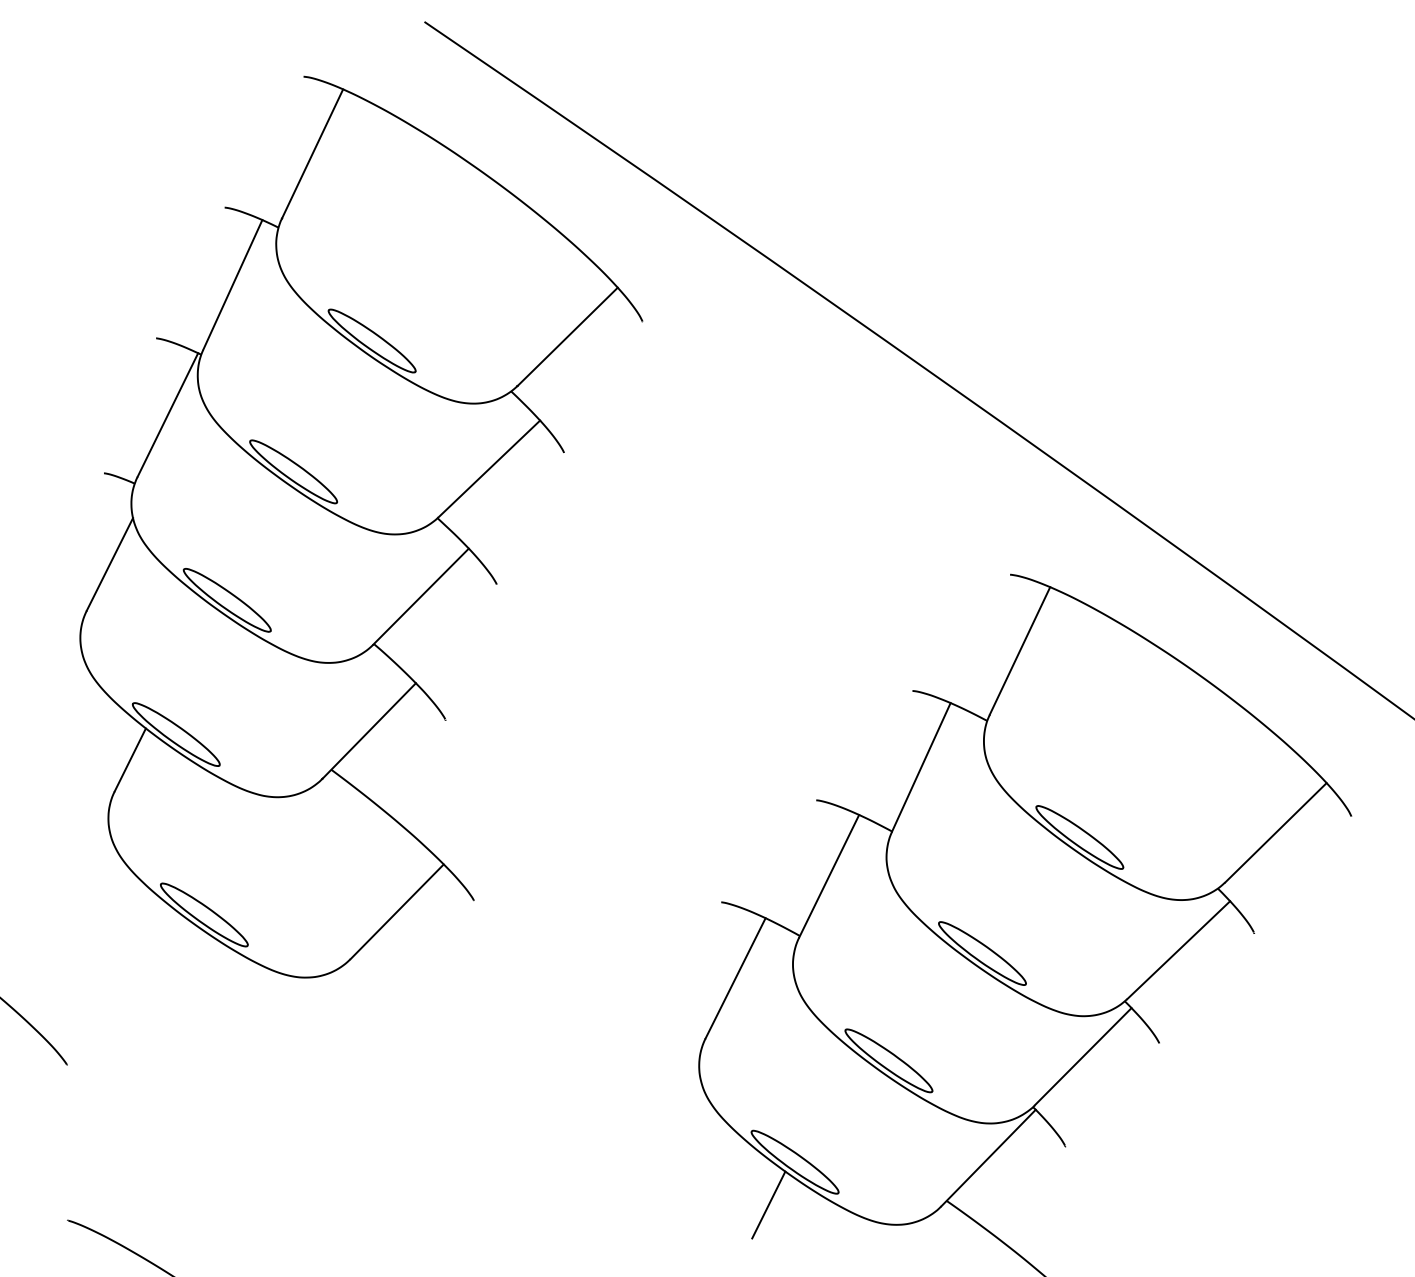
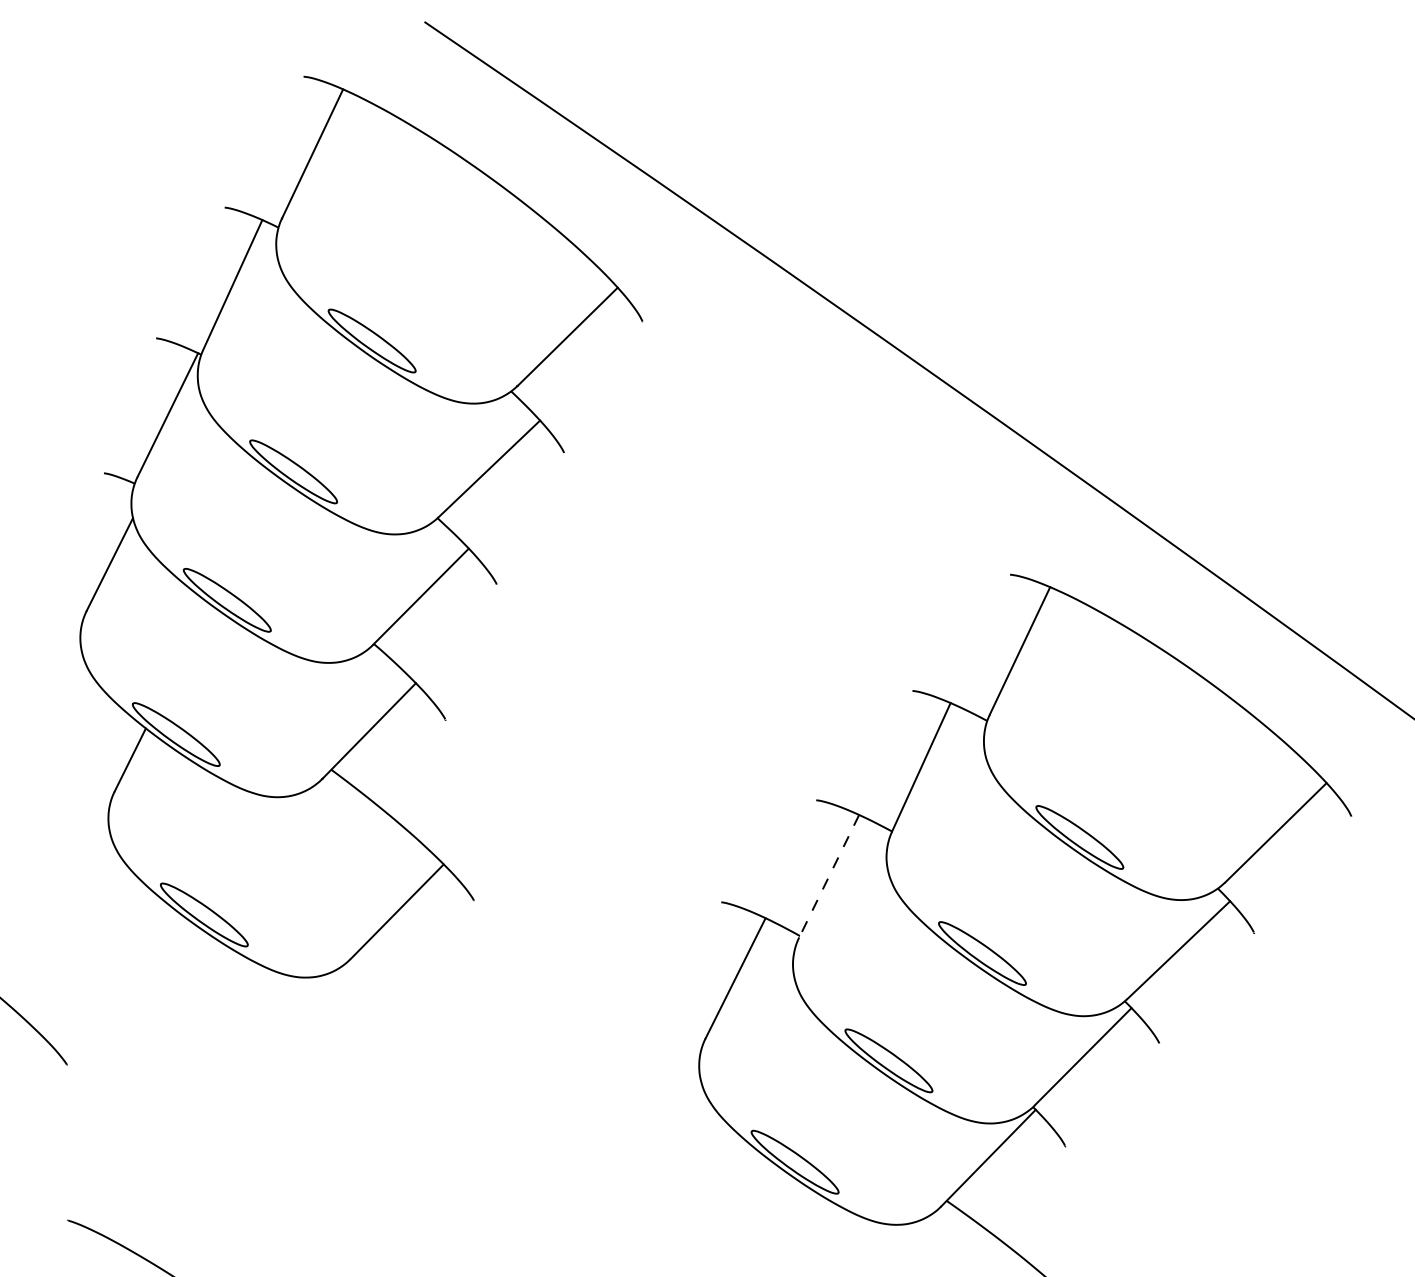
line at (829, 876): solid -> dashed
line at (768, 1204): present -> none
